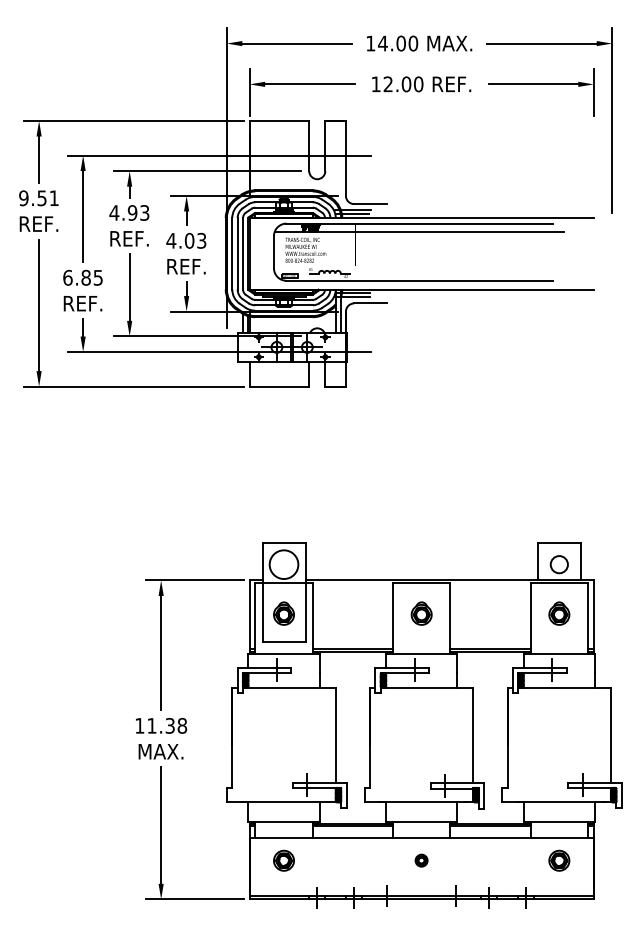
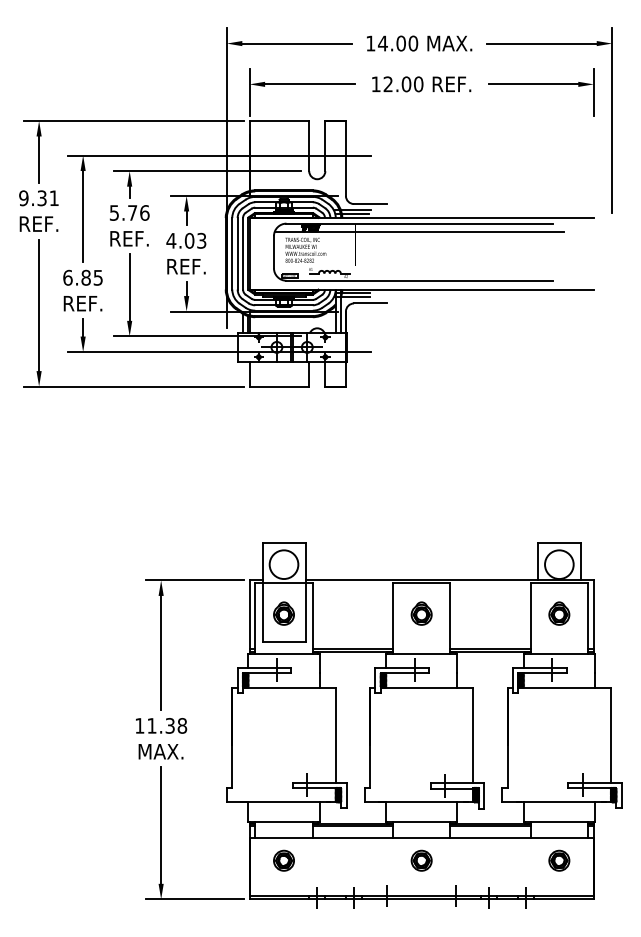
text at (42, 197): 9.51 -> 9.31
text at (129, 212): 4.93 -> 5.76
circle at (558, 564) diameter: 17 px -> 29 px
part at (421, 860) size: 15x15 px -> 23x23 px
